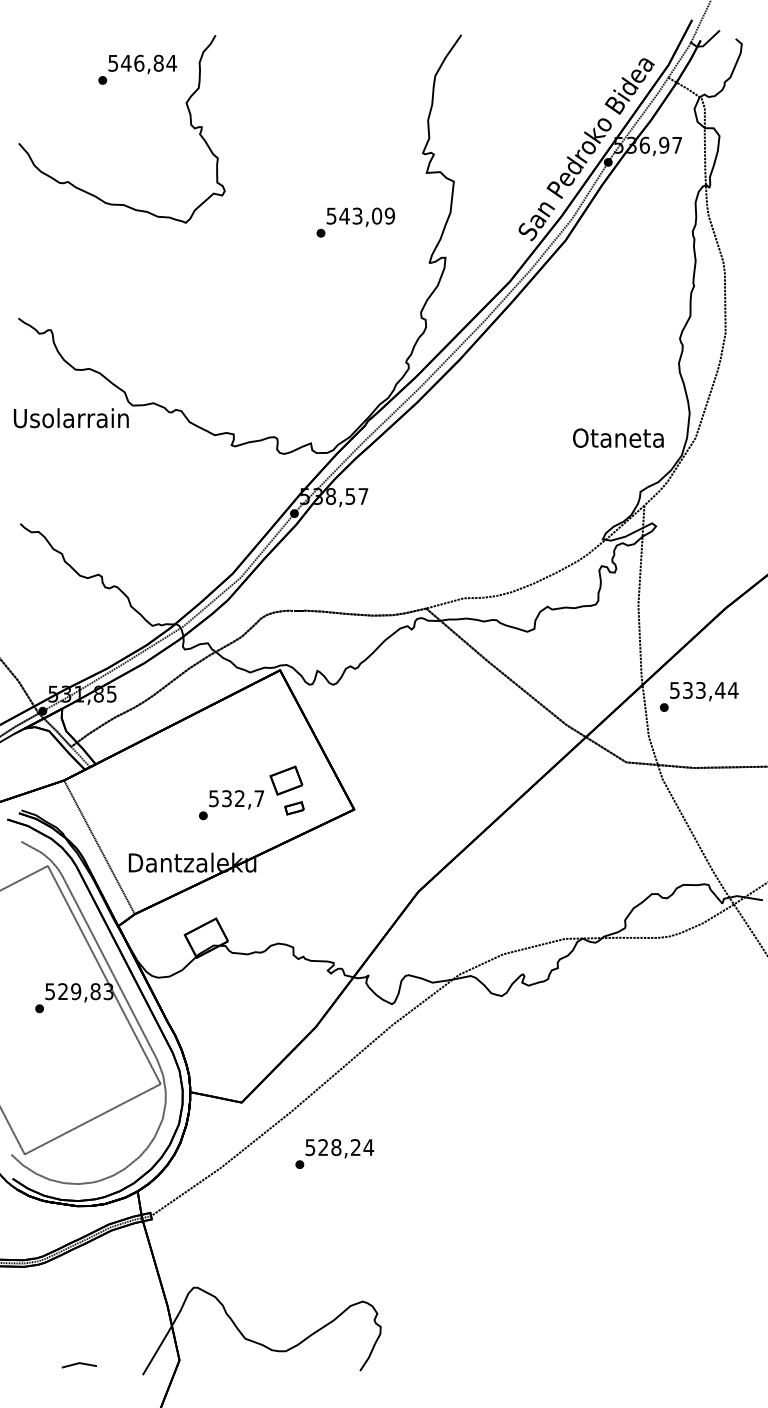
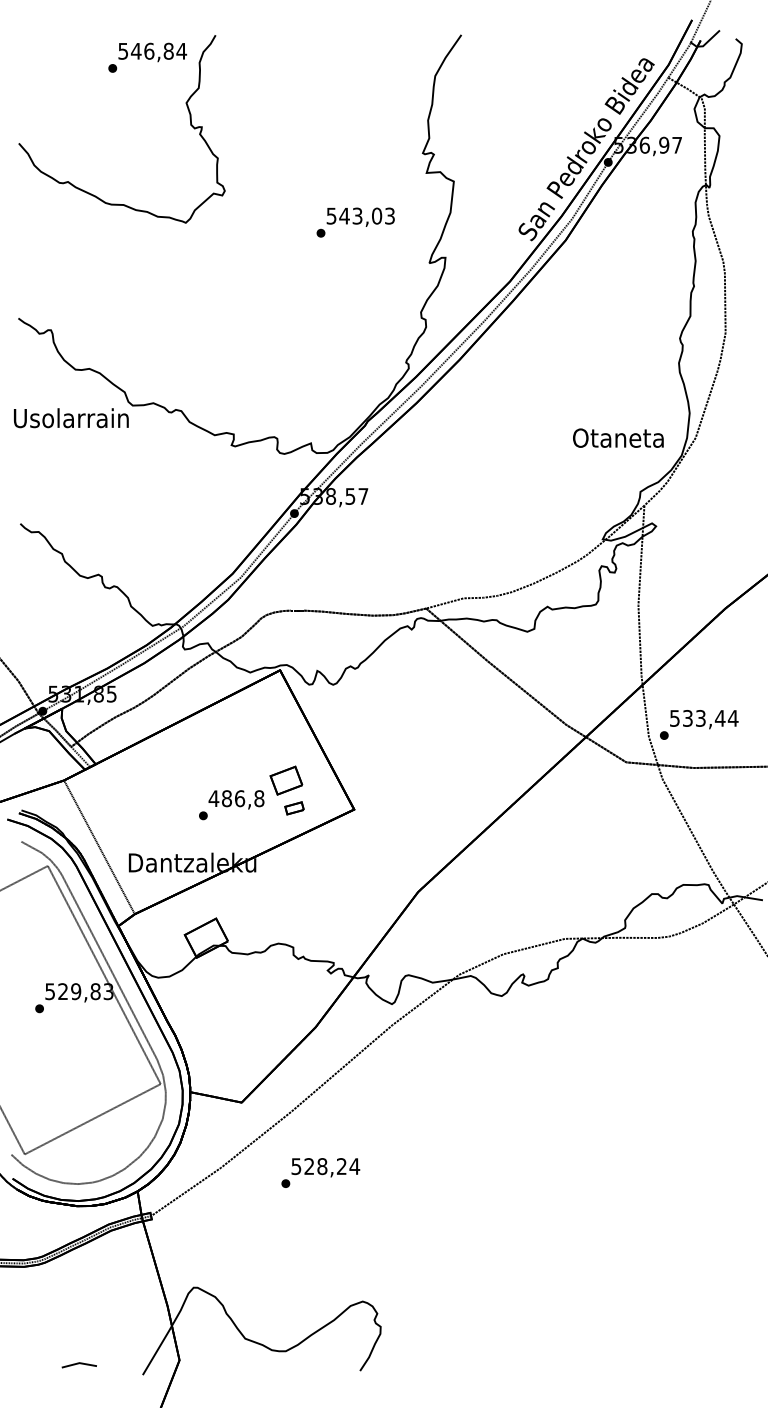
text at (137, 69) position: (137, 69) -> (147, 57)
text at (389, 215): 543,09 -> 543,03
text at (699, 696) position: (699, 696) -> (699, 724)
text at (236, 798): 532,7 -> 486,8
text at (334, 1153) position: (334, 1153) -> (320, 1172)
